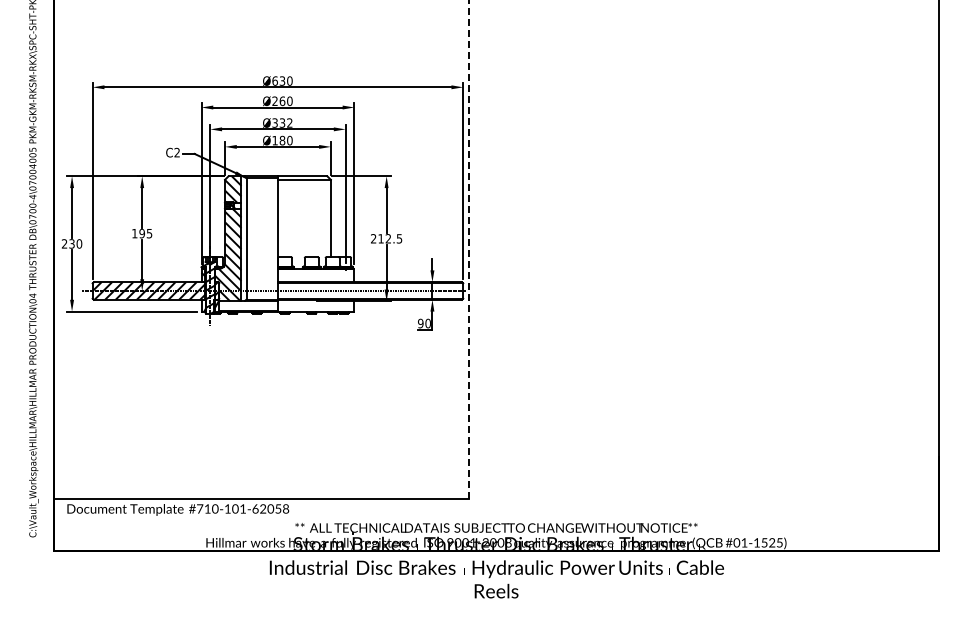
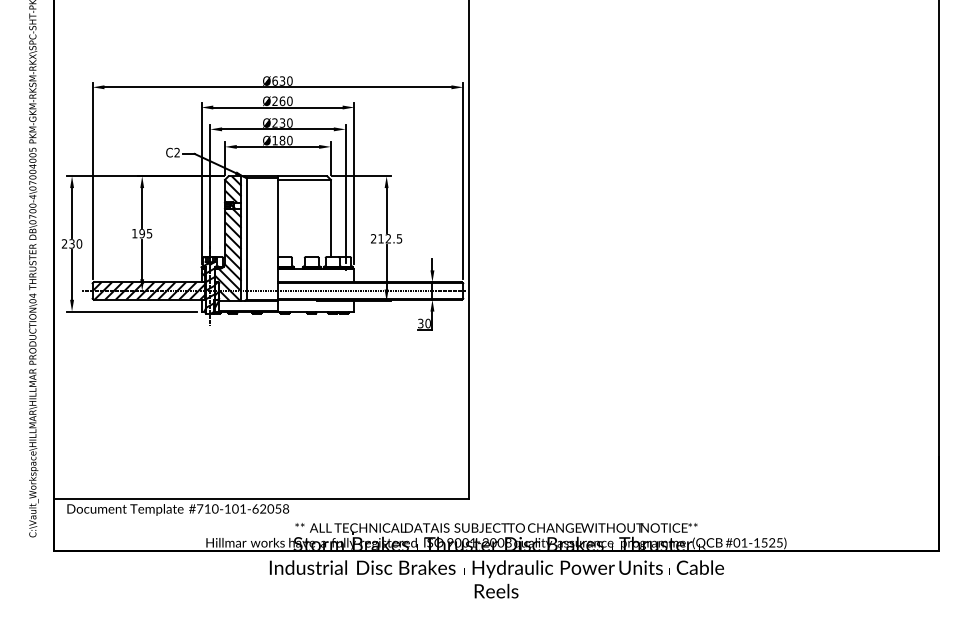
text at (282, 122): Ø332 -> Ø230
line at (468, 249): dashed -> solid
text at (420, 323): 90 -> 30
